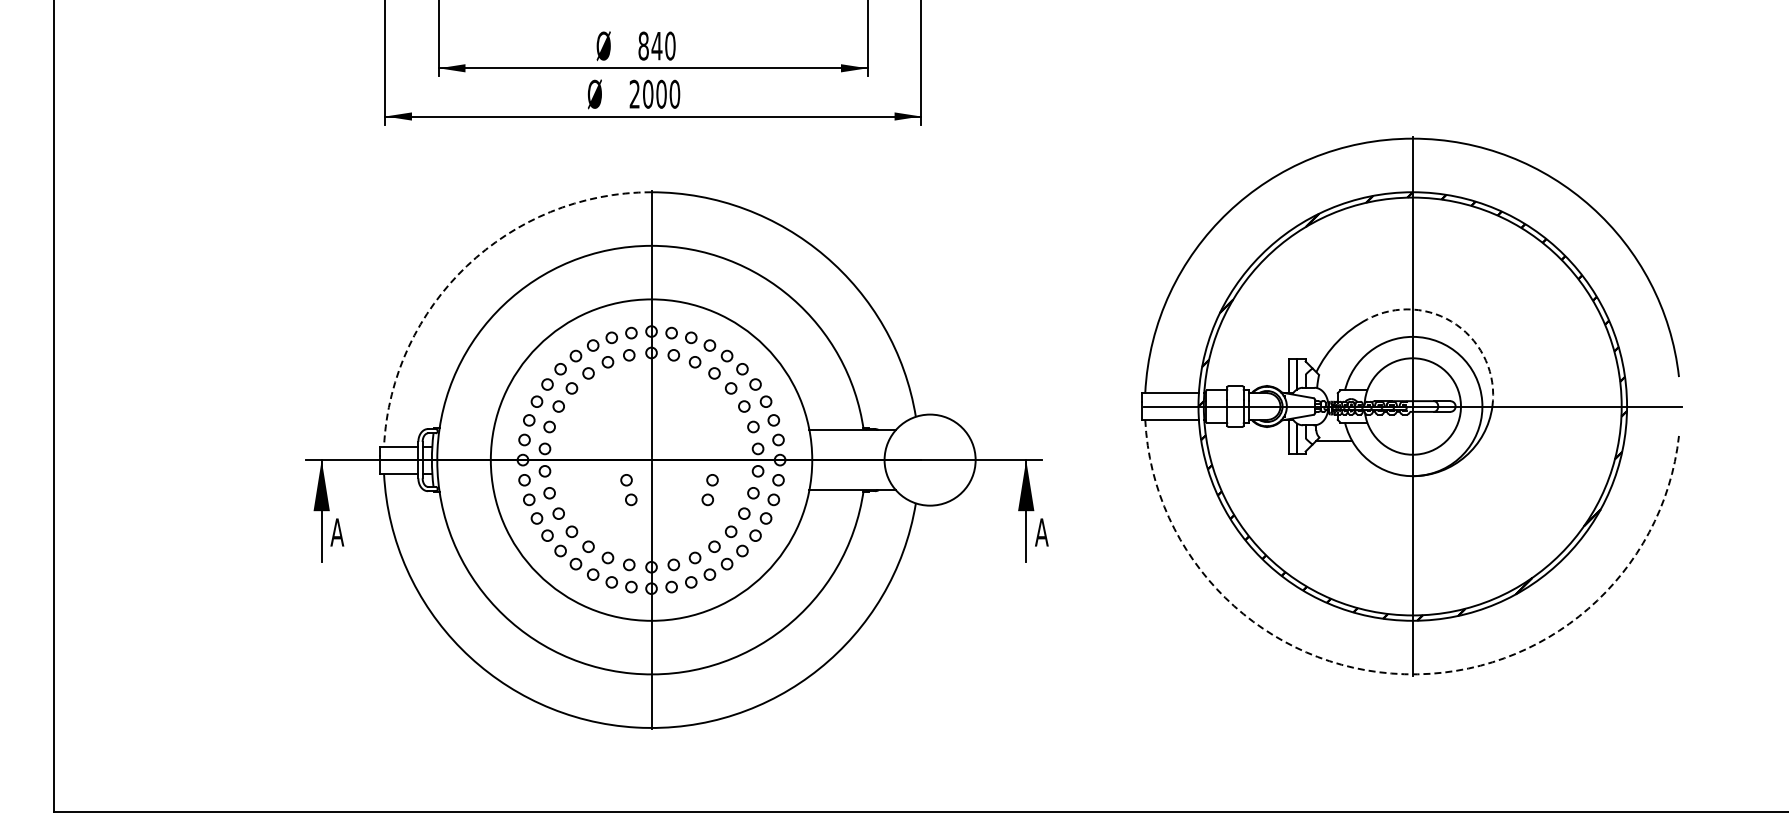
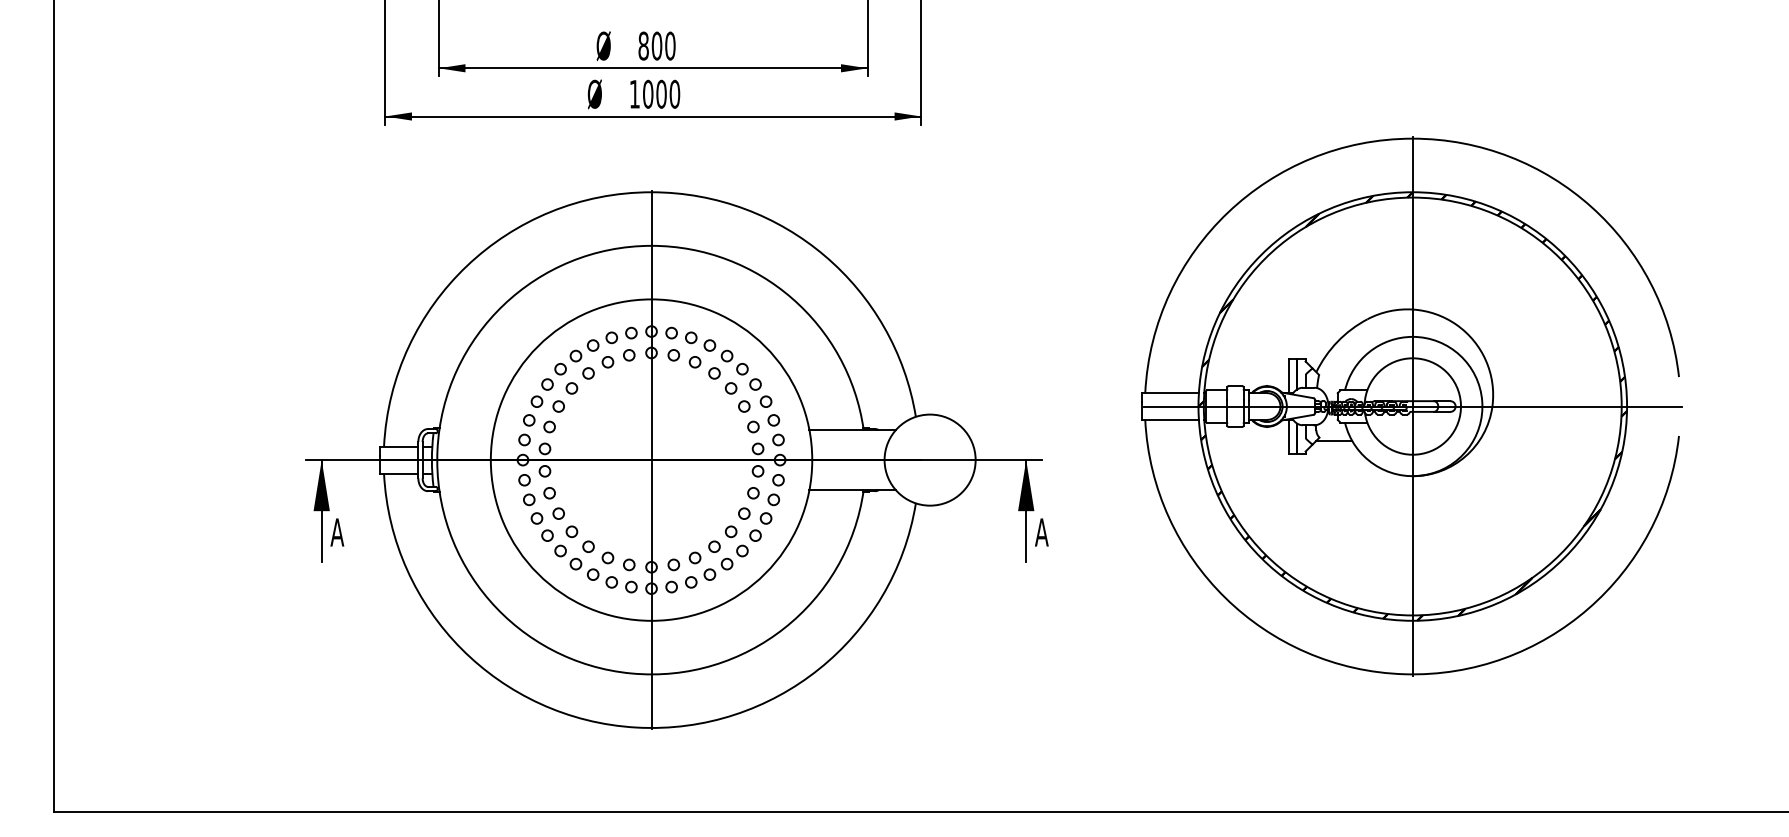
text at (656, 45): 840 -> 800
text at (634, 93): 2000 -> 1000
arc at (466, 266): dashed -> solid
arc at (1456, 324): dashed -> solid
part at (628, 490): present -> none
part at (709, 490): present -> none
arc at (1404, 674): dashed -> solid
